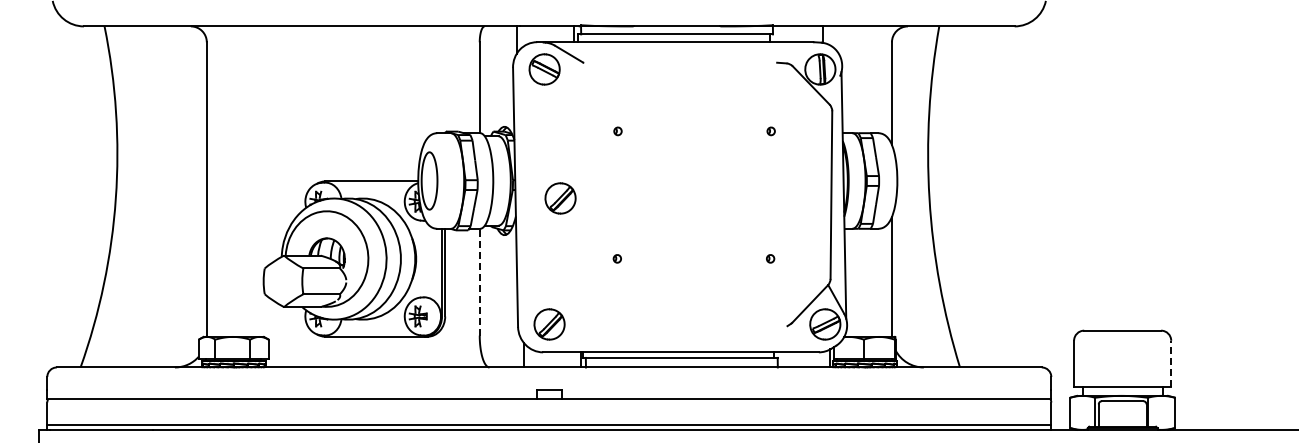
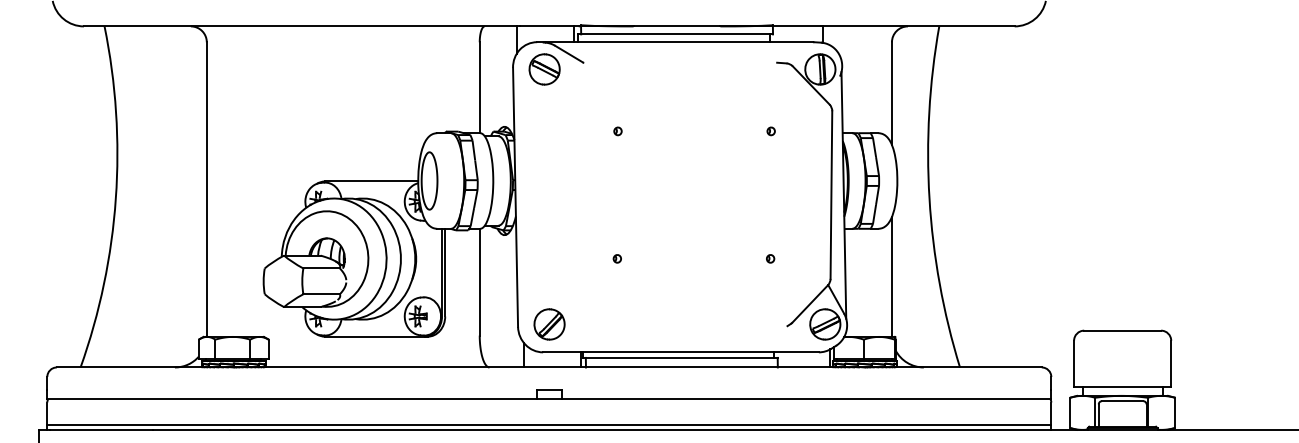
part at (560, 198): present -> none
line at (479, 281): dashed -> solid
line at (1171, 363): dashed -> solid
